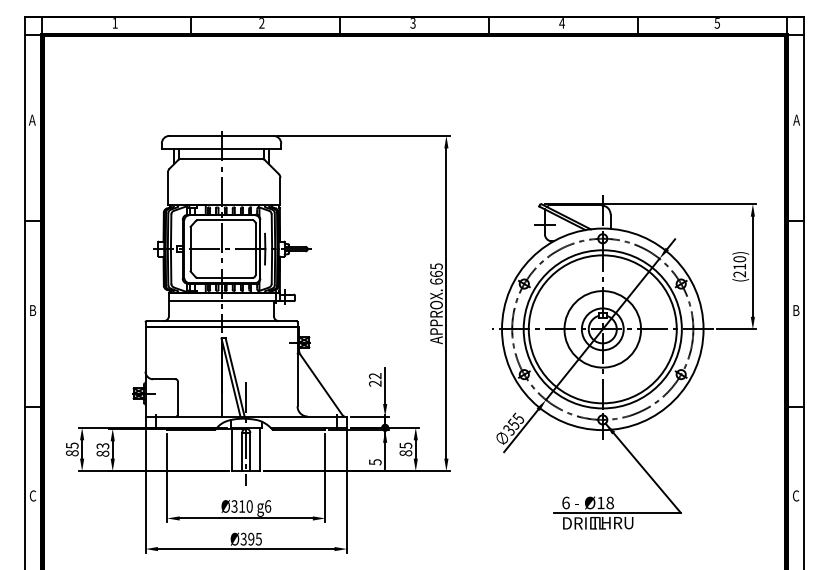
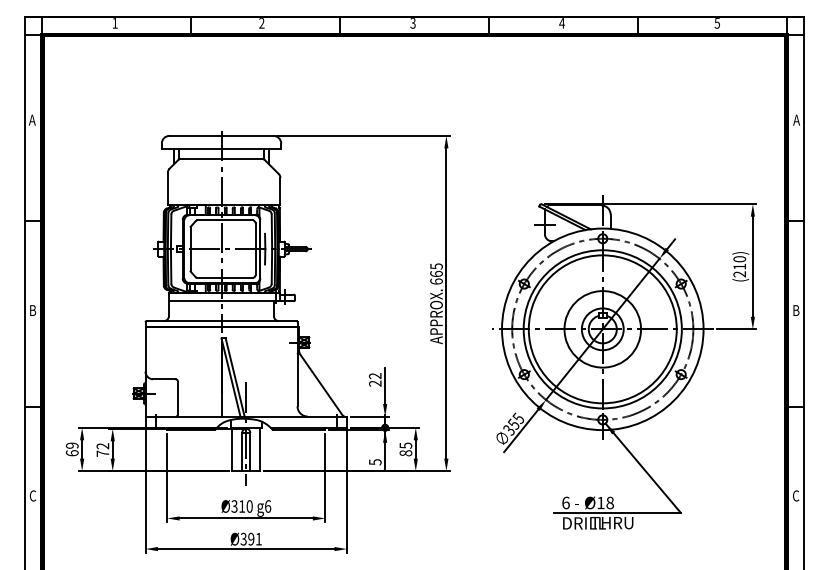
text at (72, 449): 85 -> 69
text at (102, 449): 83 -> 72
text at (258, 539): Ø395 -> Ø391
